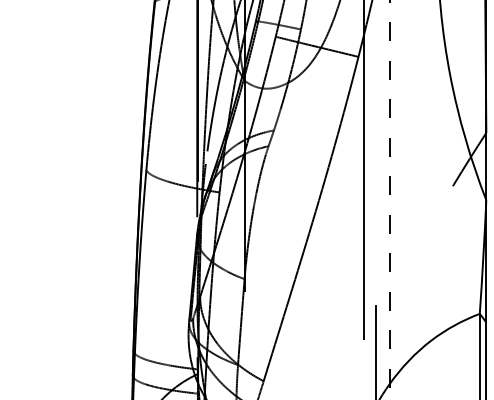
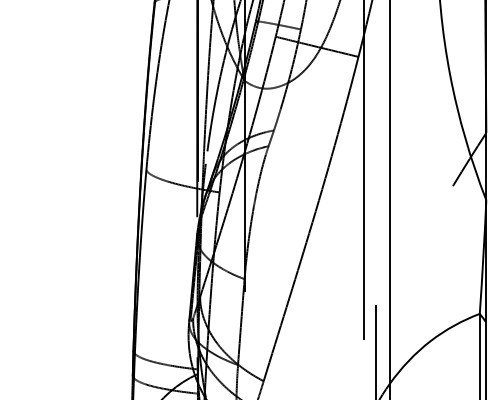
line at (390, 199): dashed -> solid
